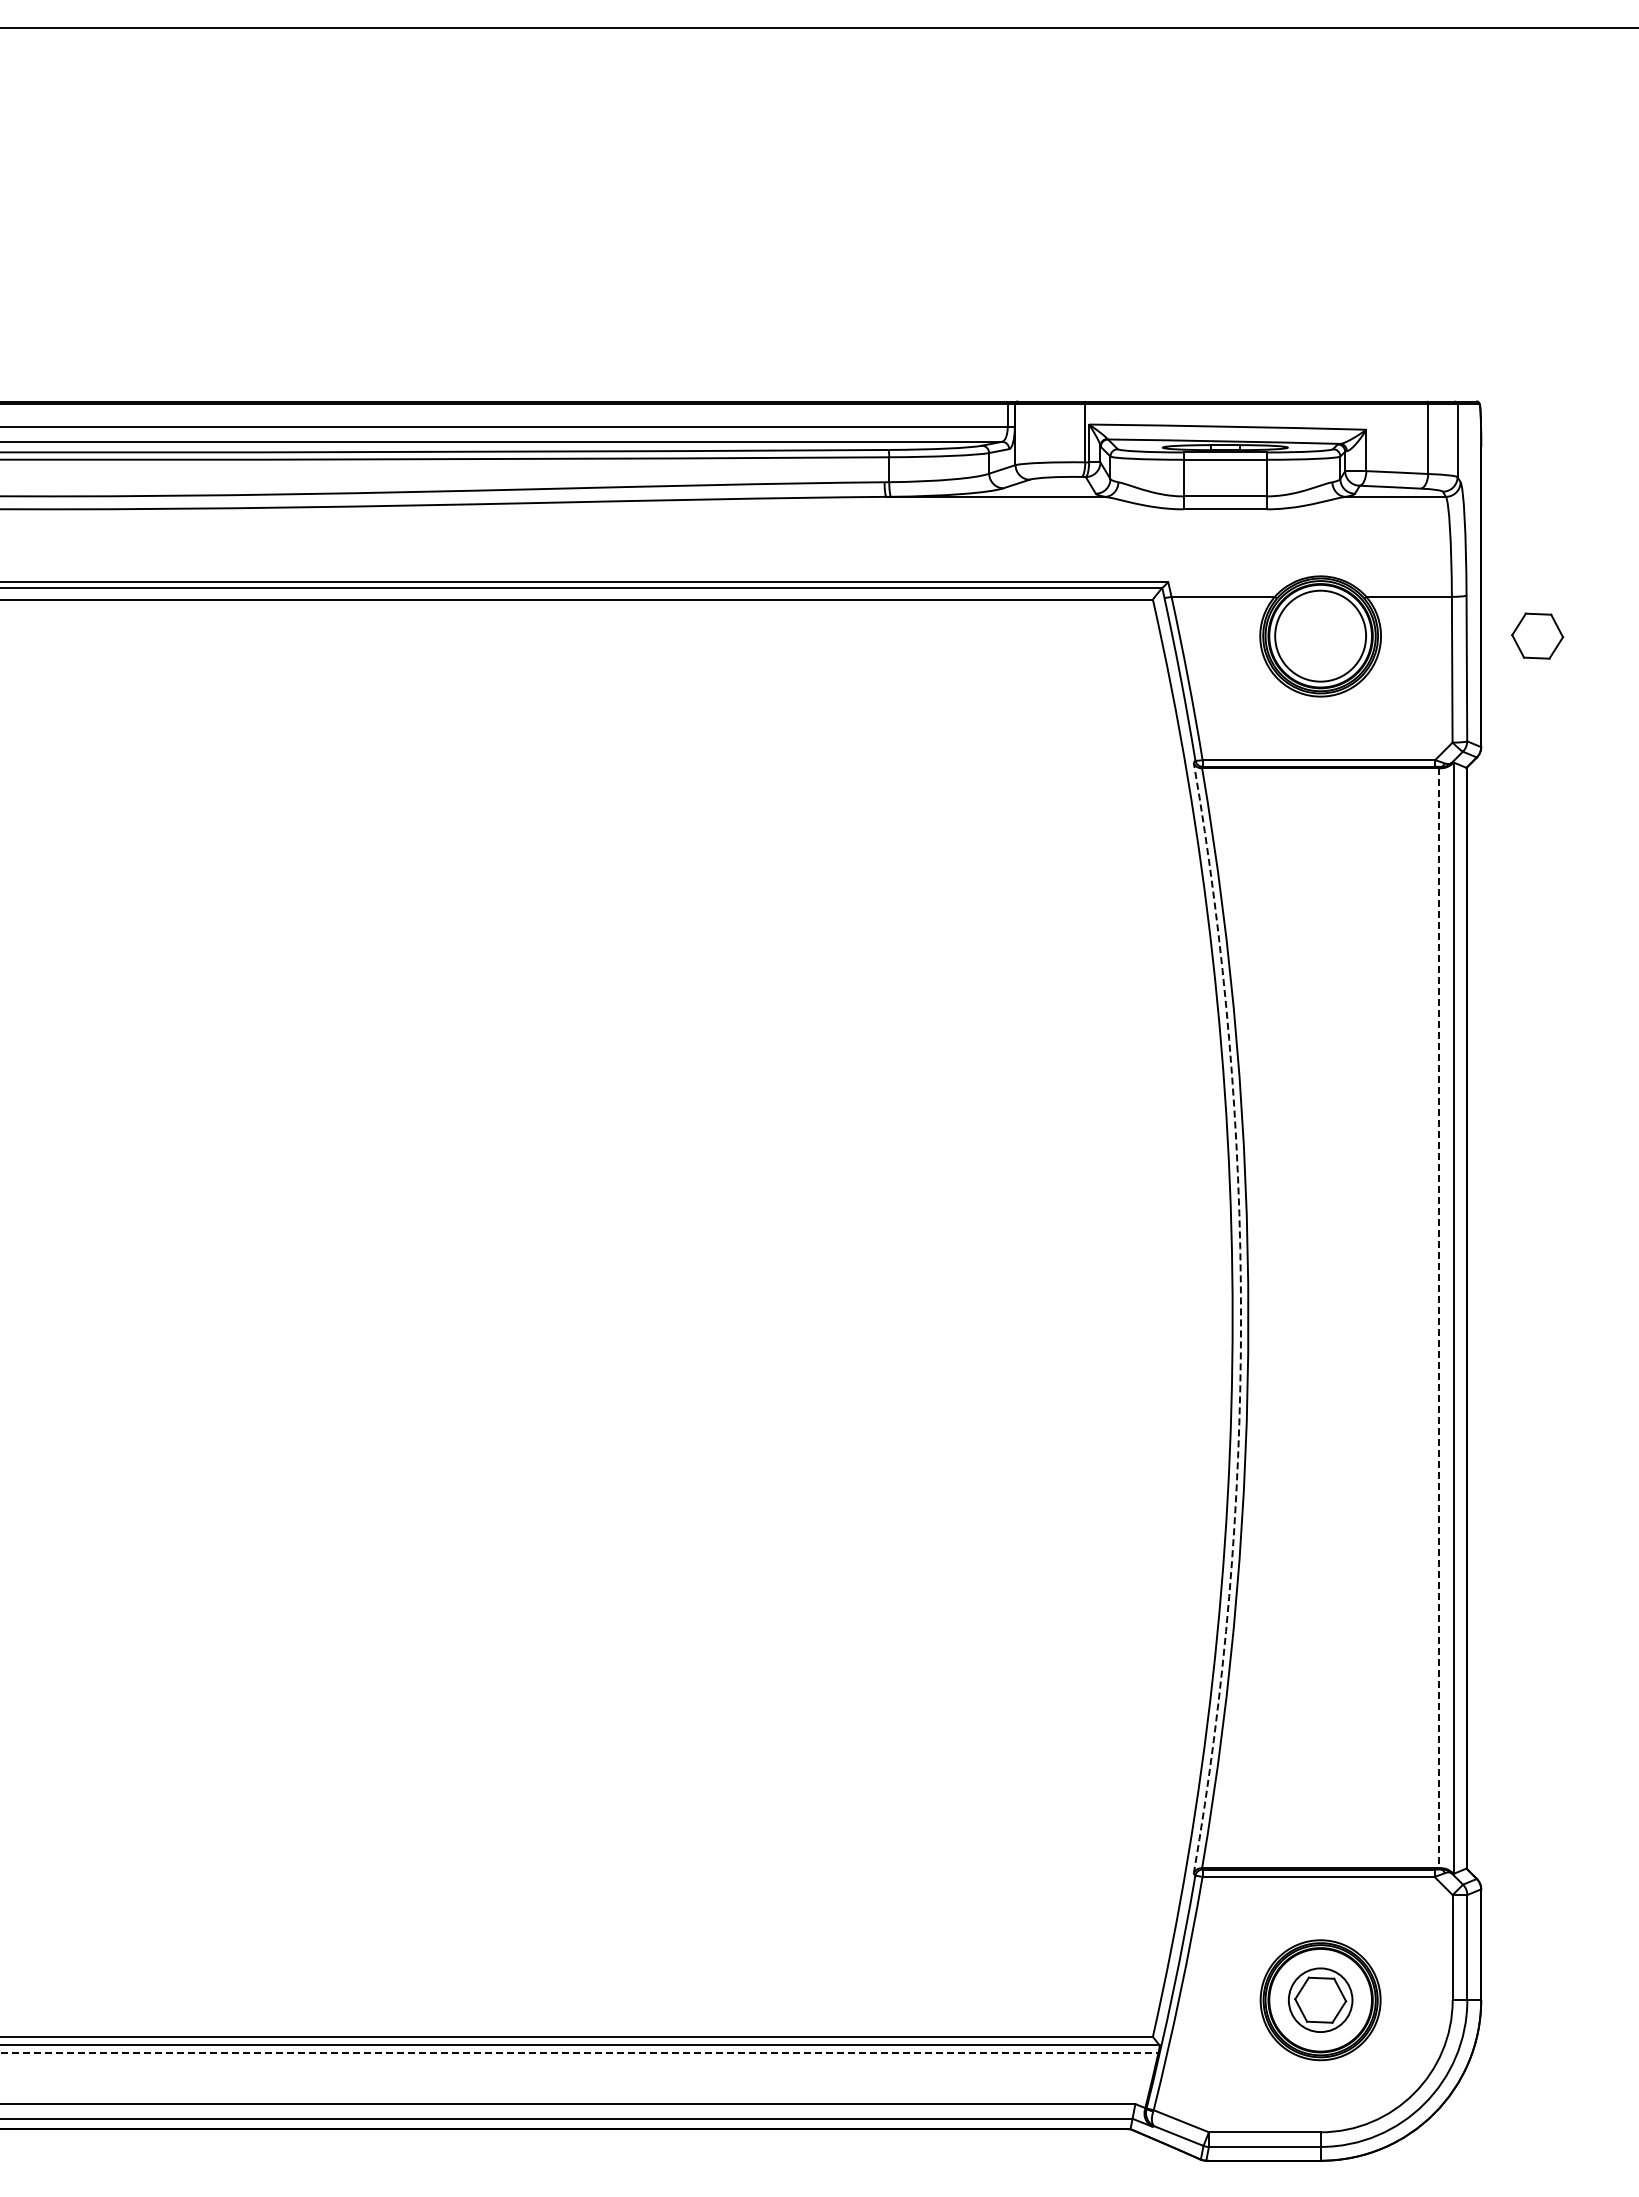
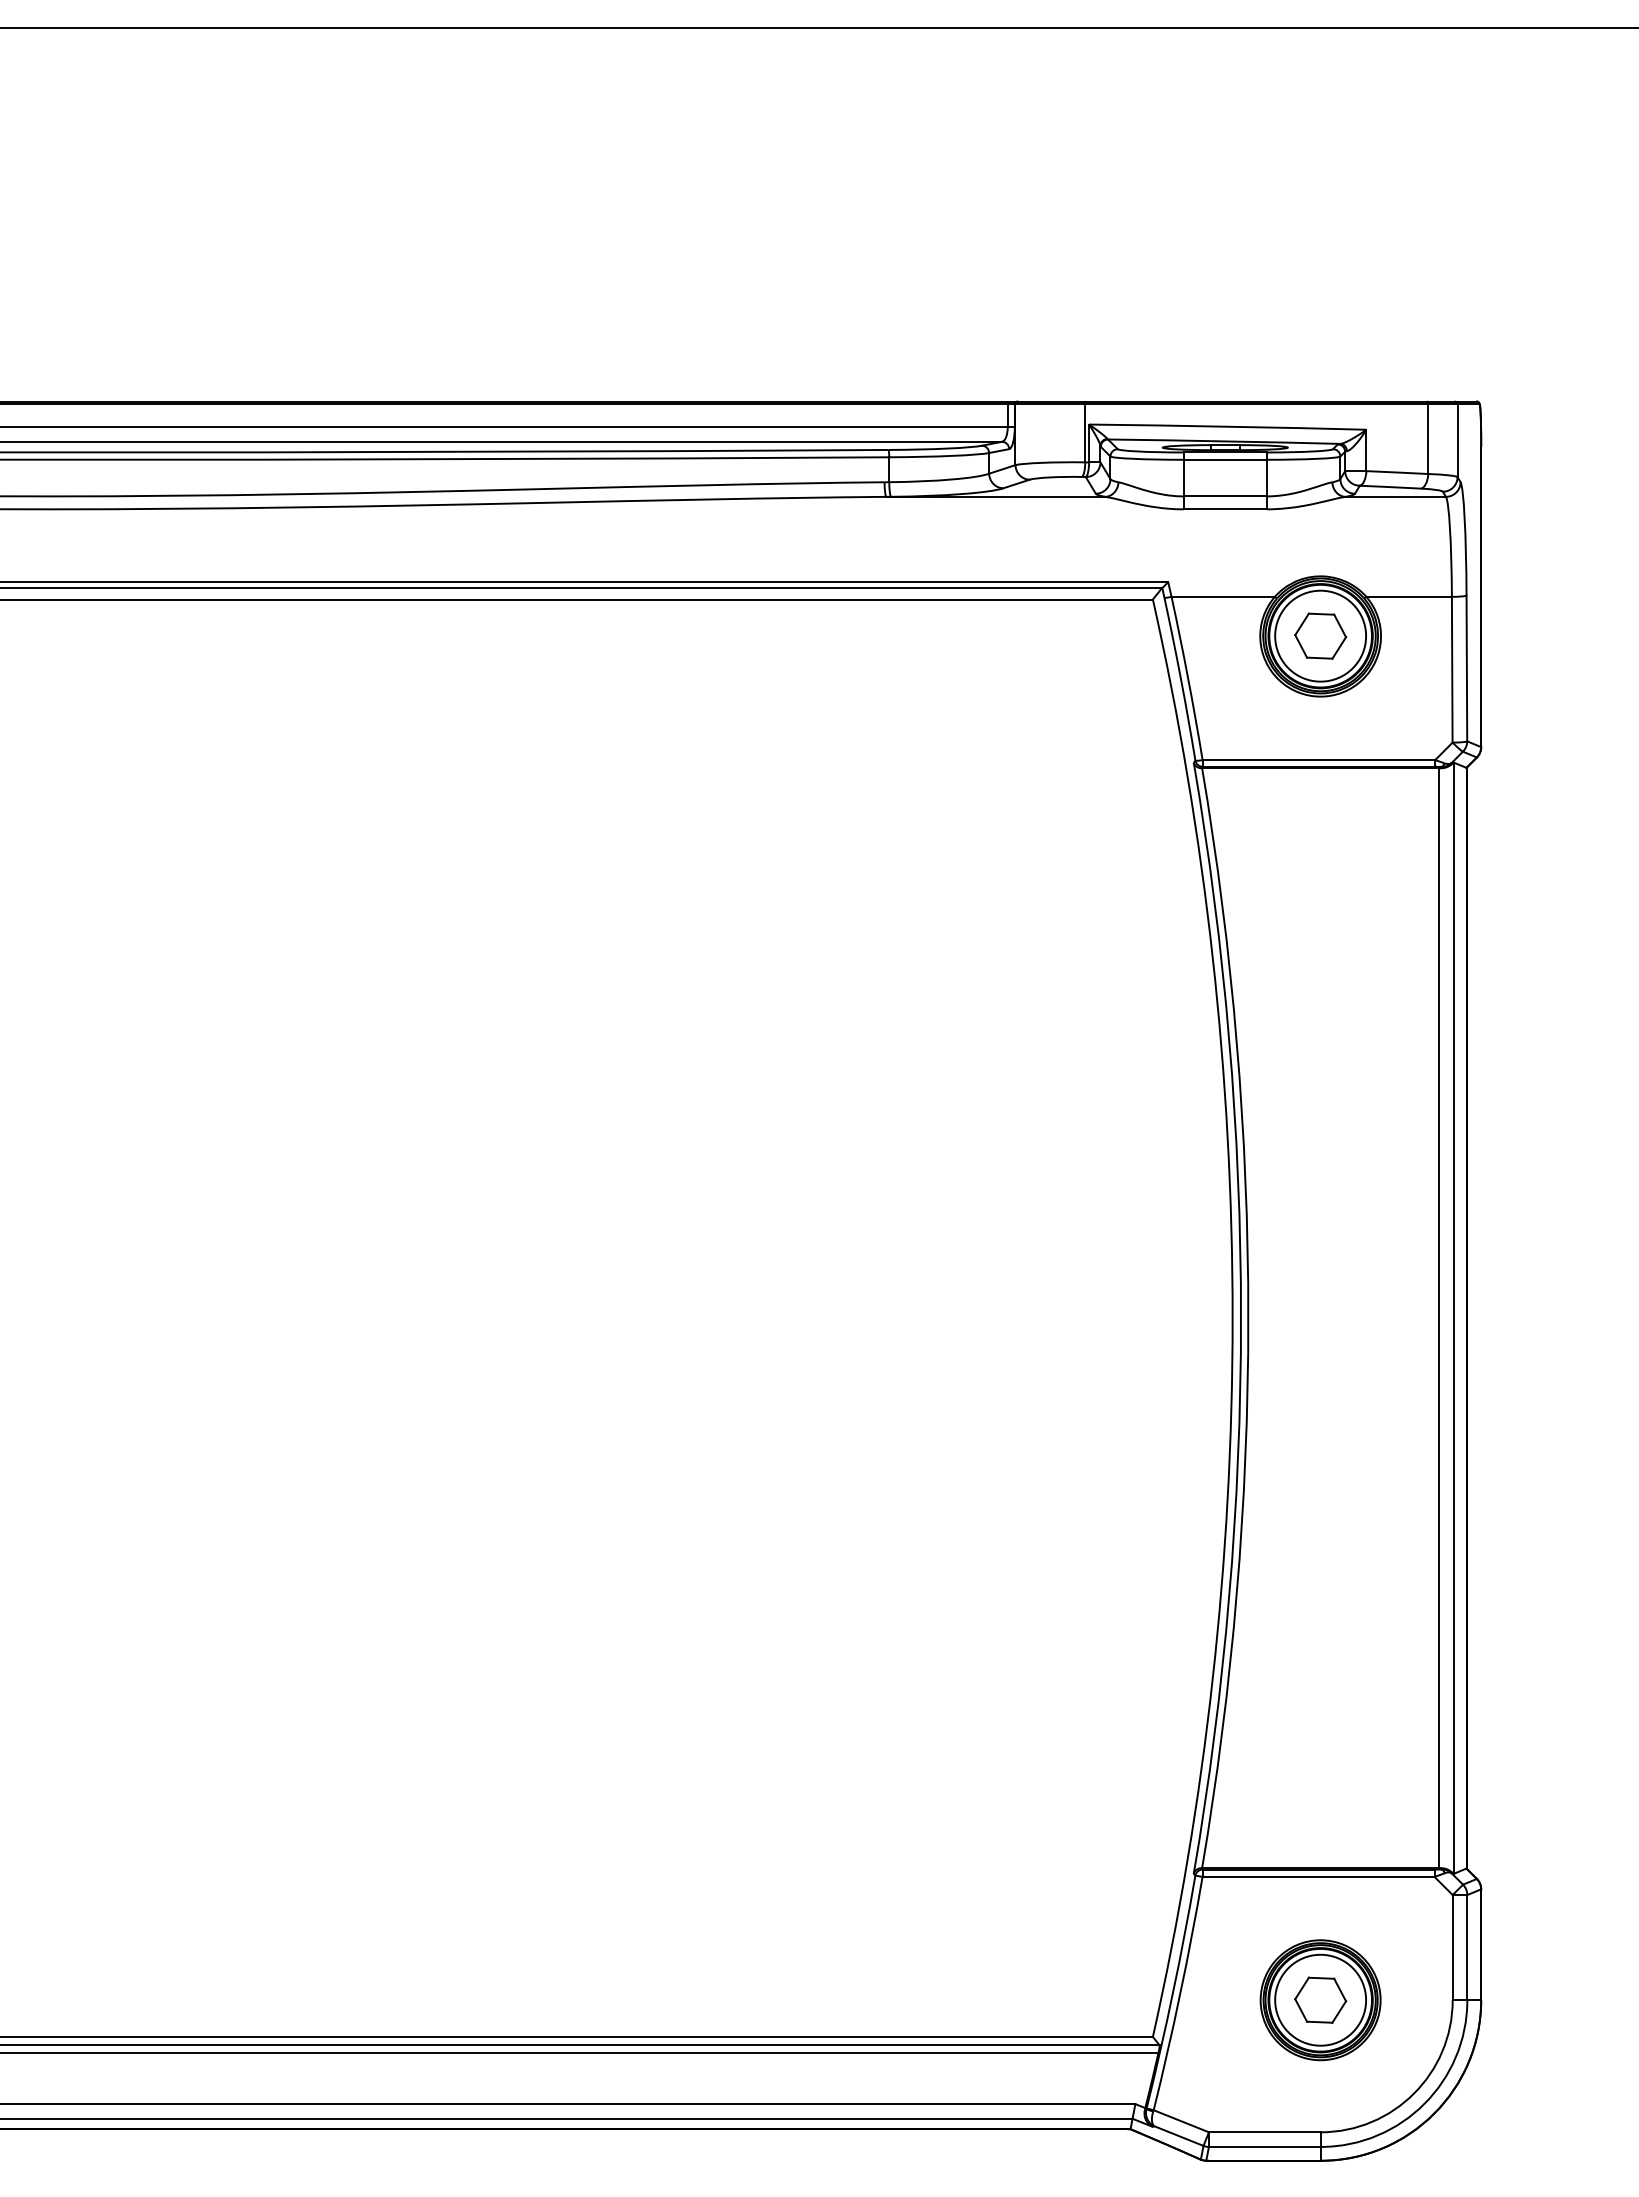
part at (1537, 635) position: (1537, 635) -> (1320, 635)
arc at (1241, 1318): dashed -> solid
line at (1439, 1318): dashed -> solid
circle at (1320, 2000) diameter: 64 px -> 91 px
line at (579, 2052): dashed -> solid
